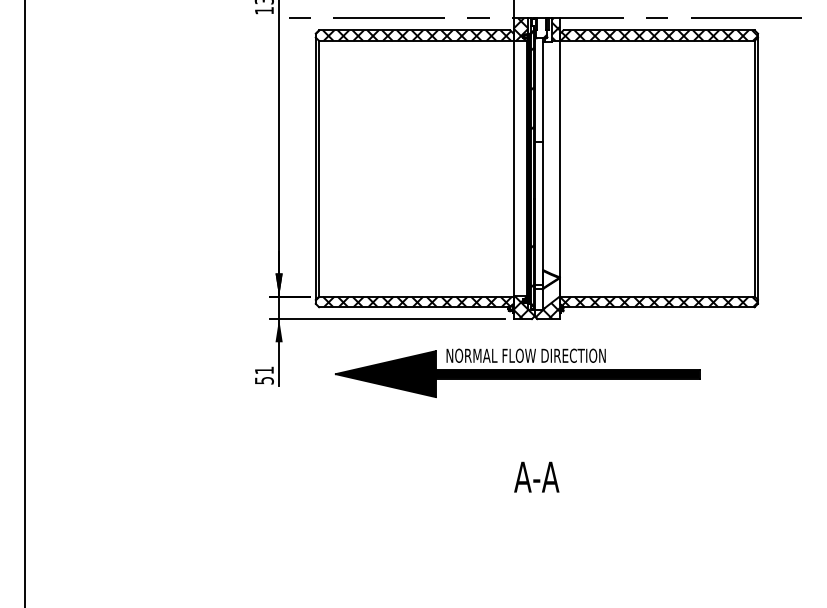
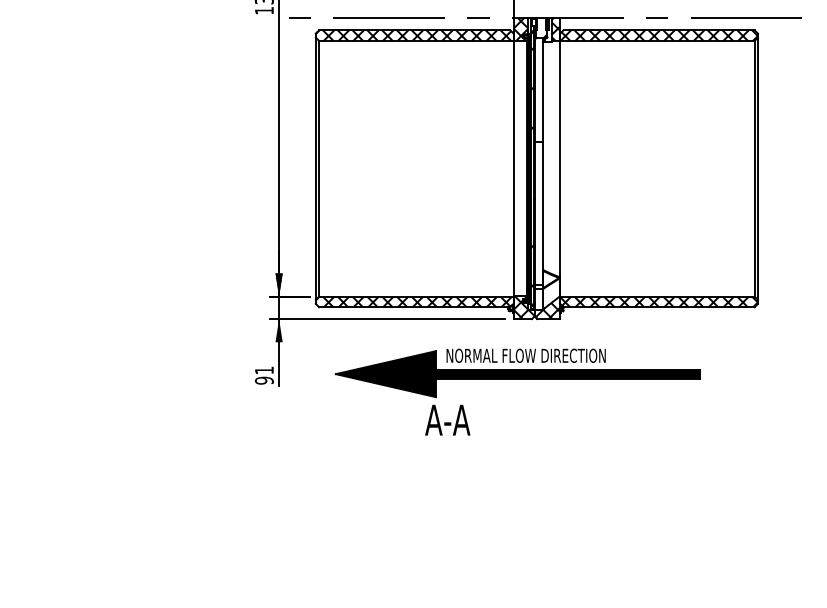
line at (24, 303): present -> none
text at (263, 380): 51 -> 91
text at (536, 476) position: (536, 476) -> (447, 419)
